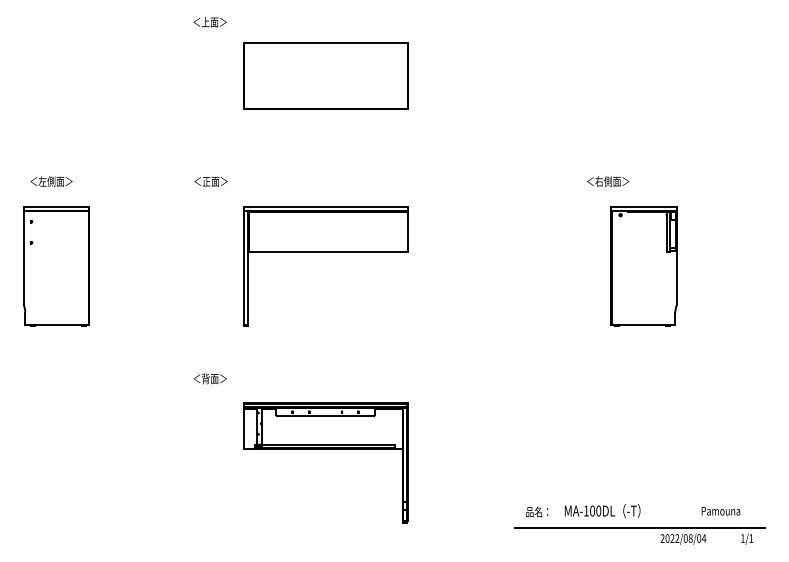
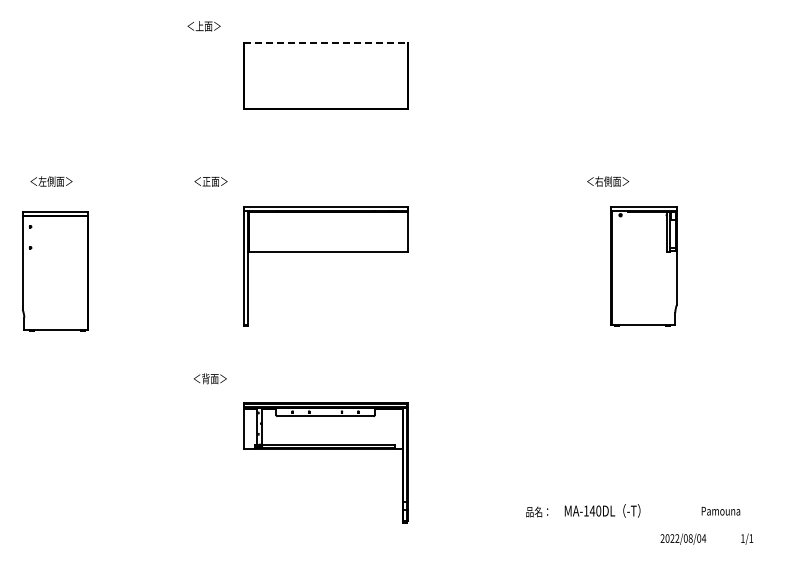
text at (209, 22) position: (209, 22) -> (203, 26)
line at (325, 43): solid -> dashed
part at (56, 266) position: (56, 266) -> (55, 271)
text at (592, 510): MA-100DL -> MA-140DL
line at (639, 527): present -> none
